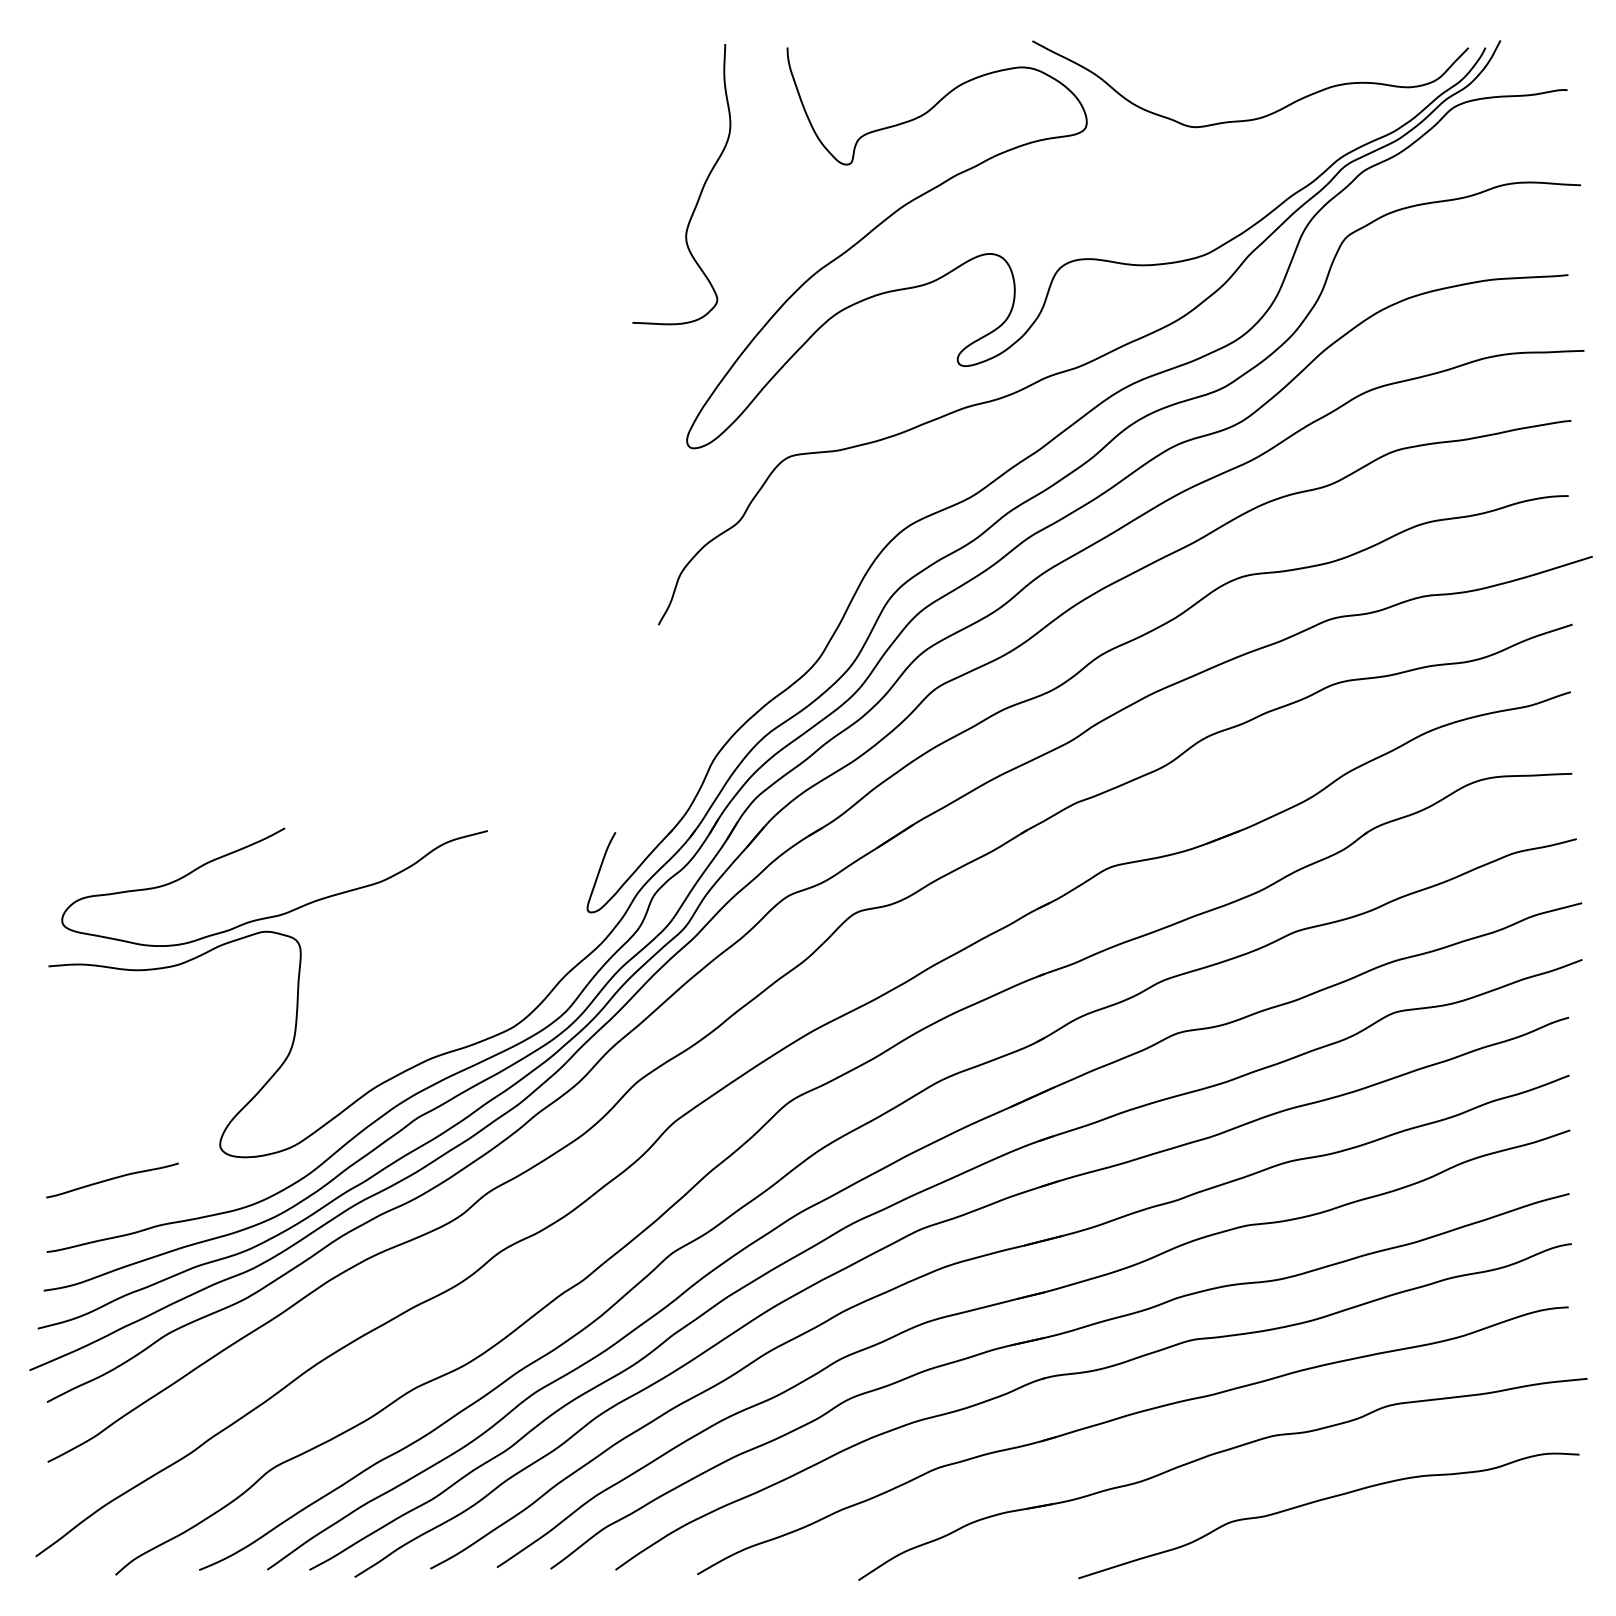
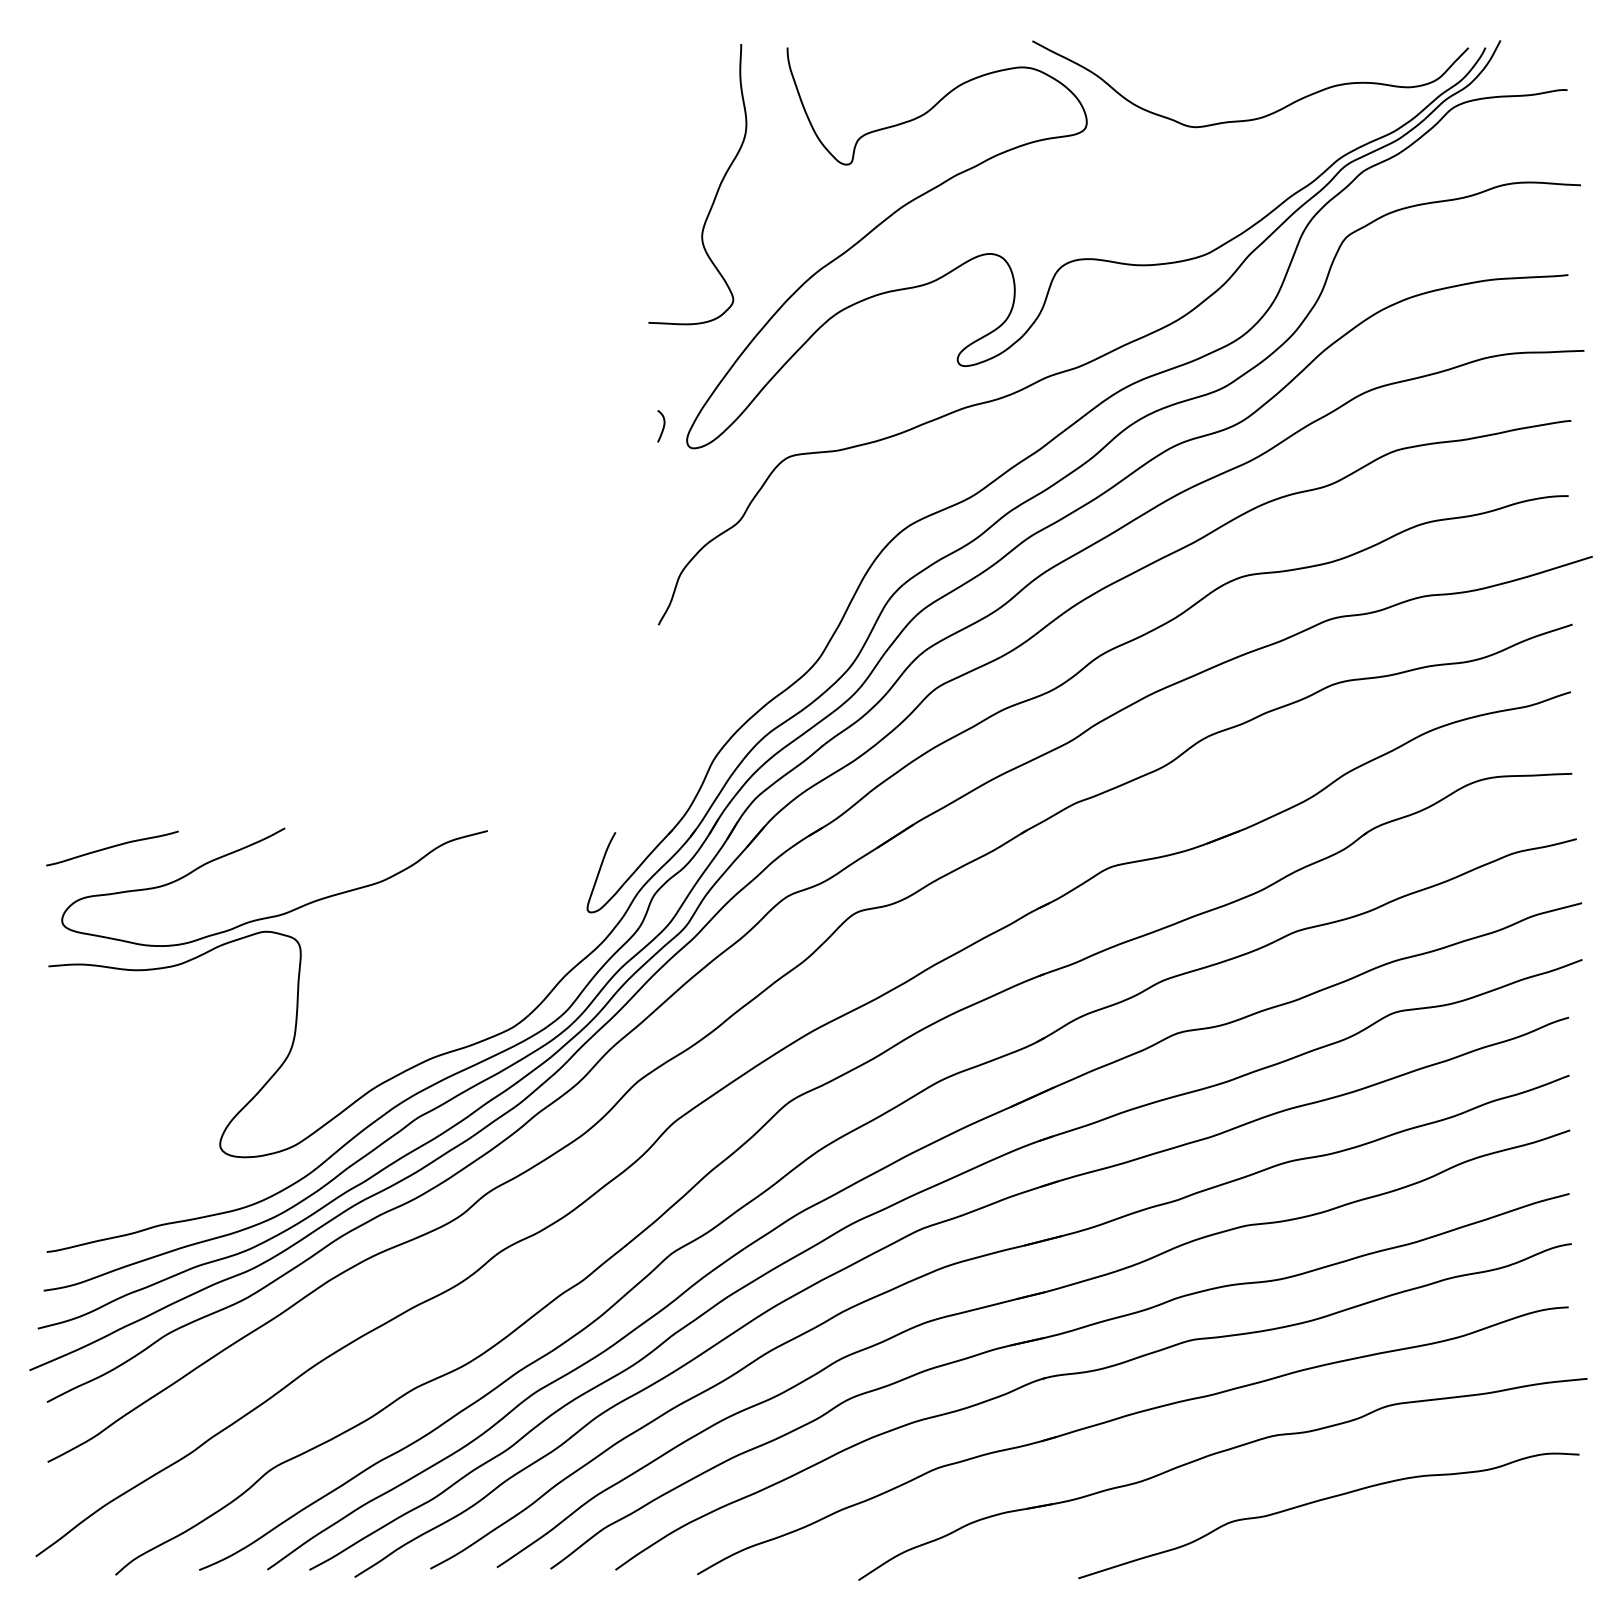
curve at (700, 191) position: (700, 191) -> (716, 191)
curve at (662, 427): none -> present
curve at (112, 1179) position: (112, 1179) -> (112, 847)
